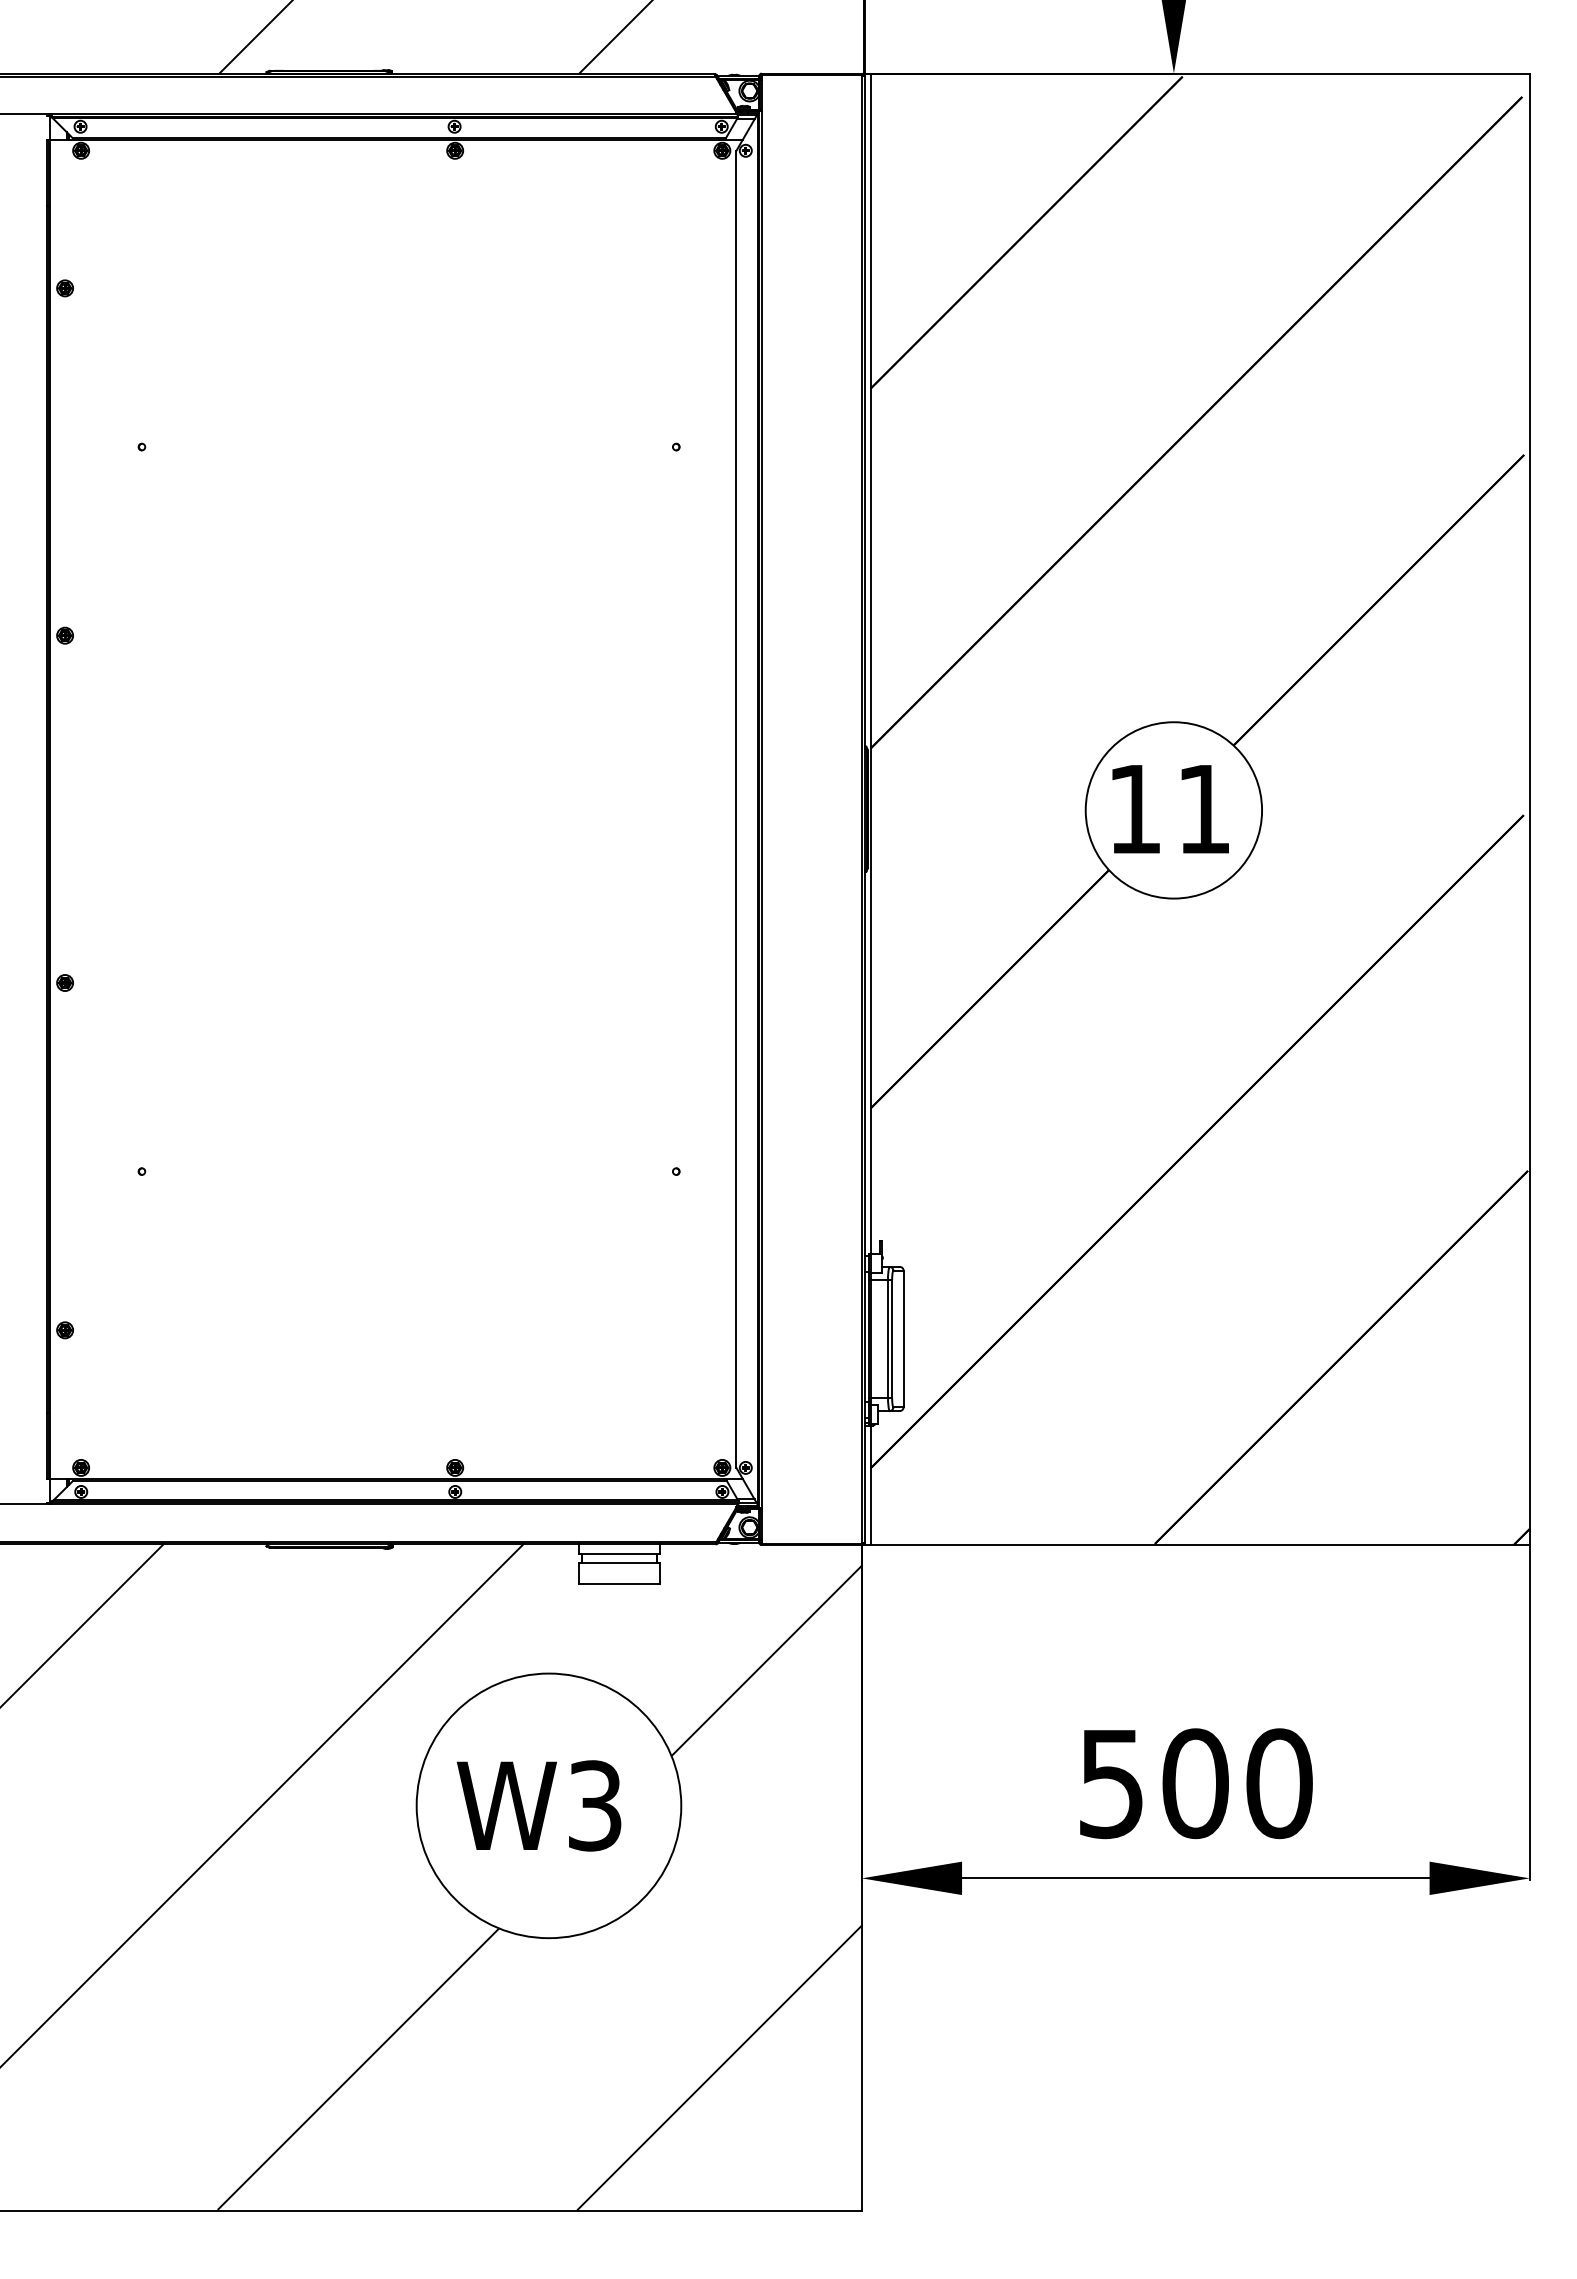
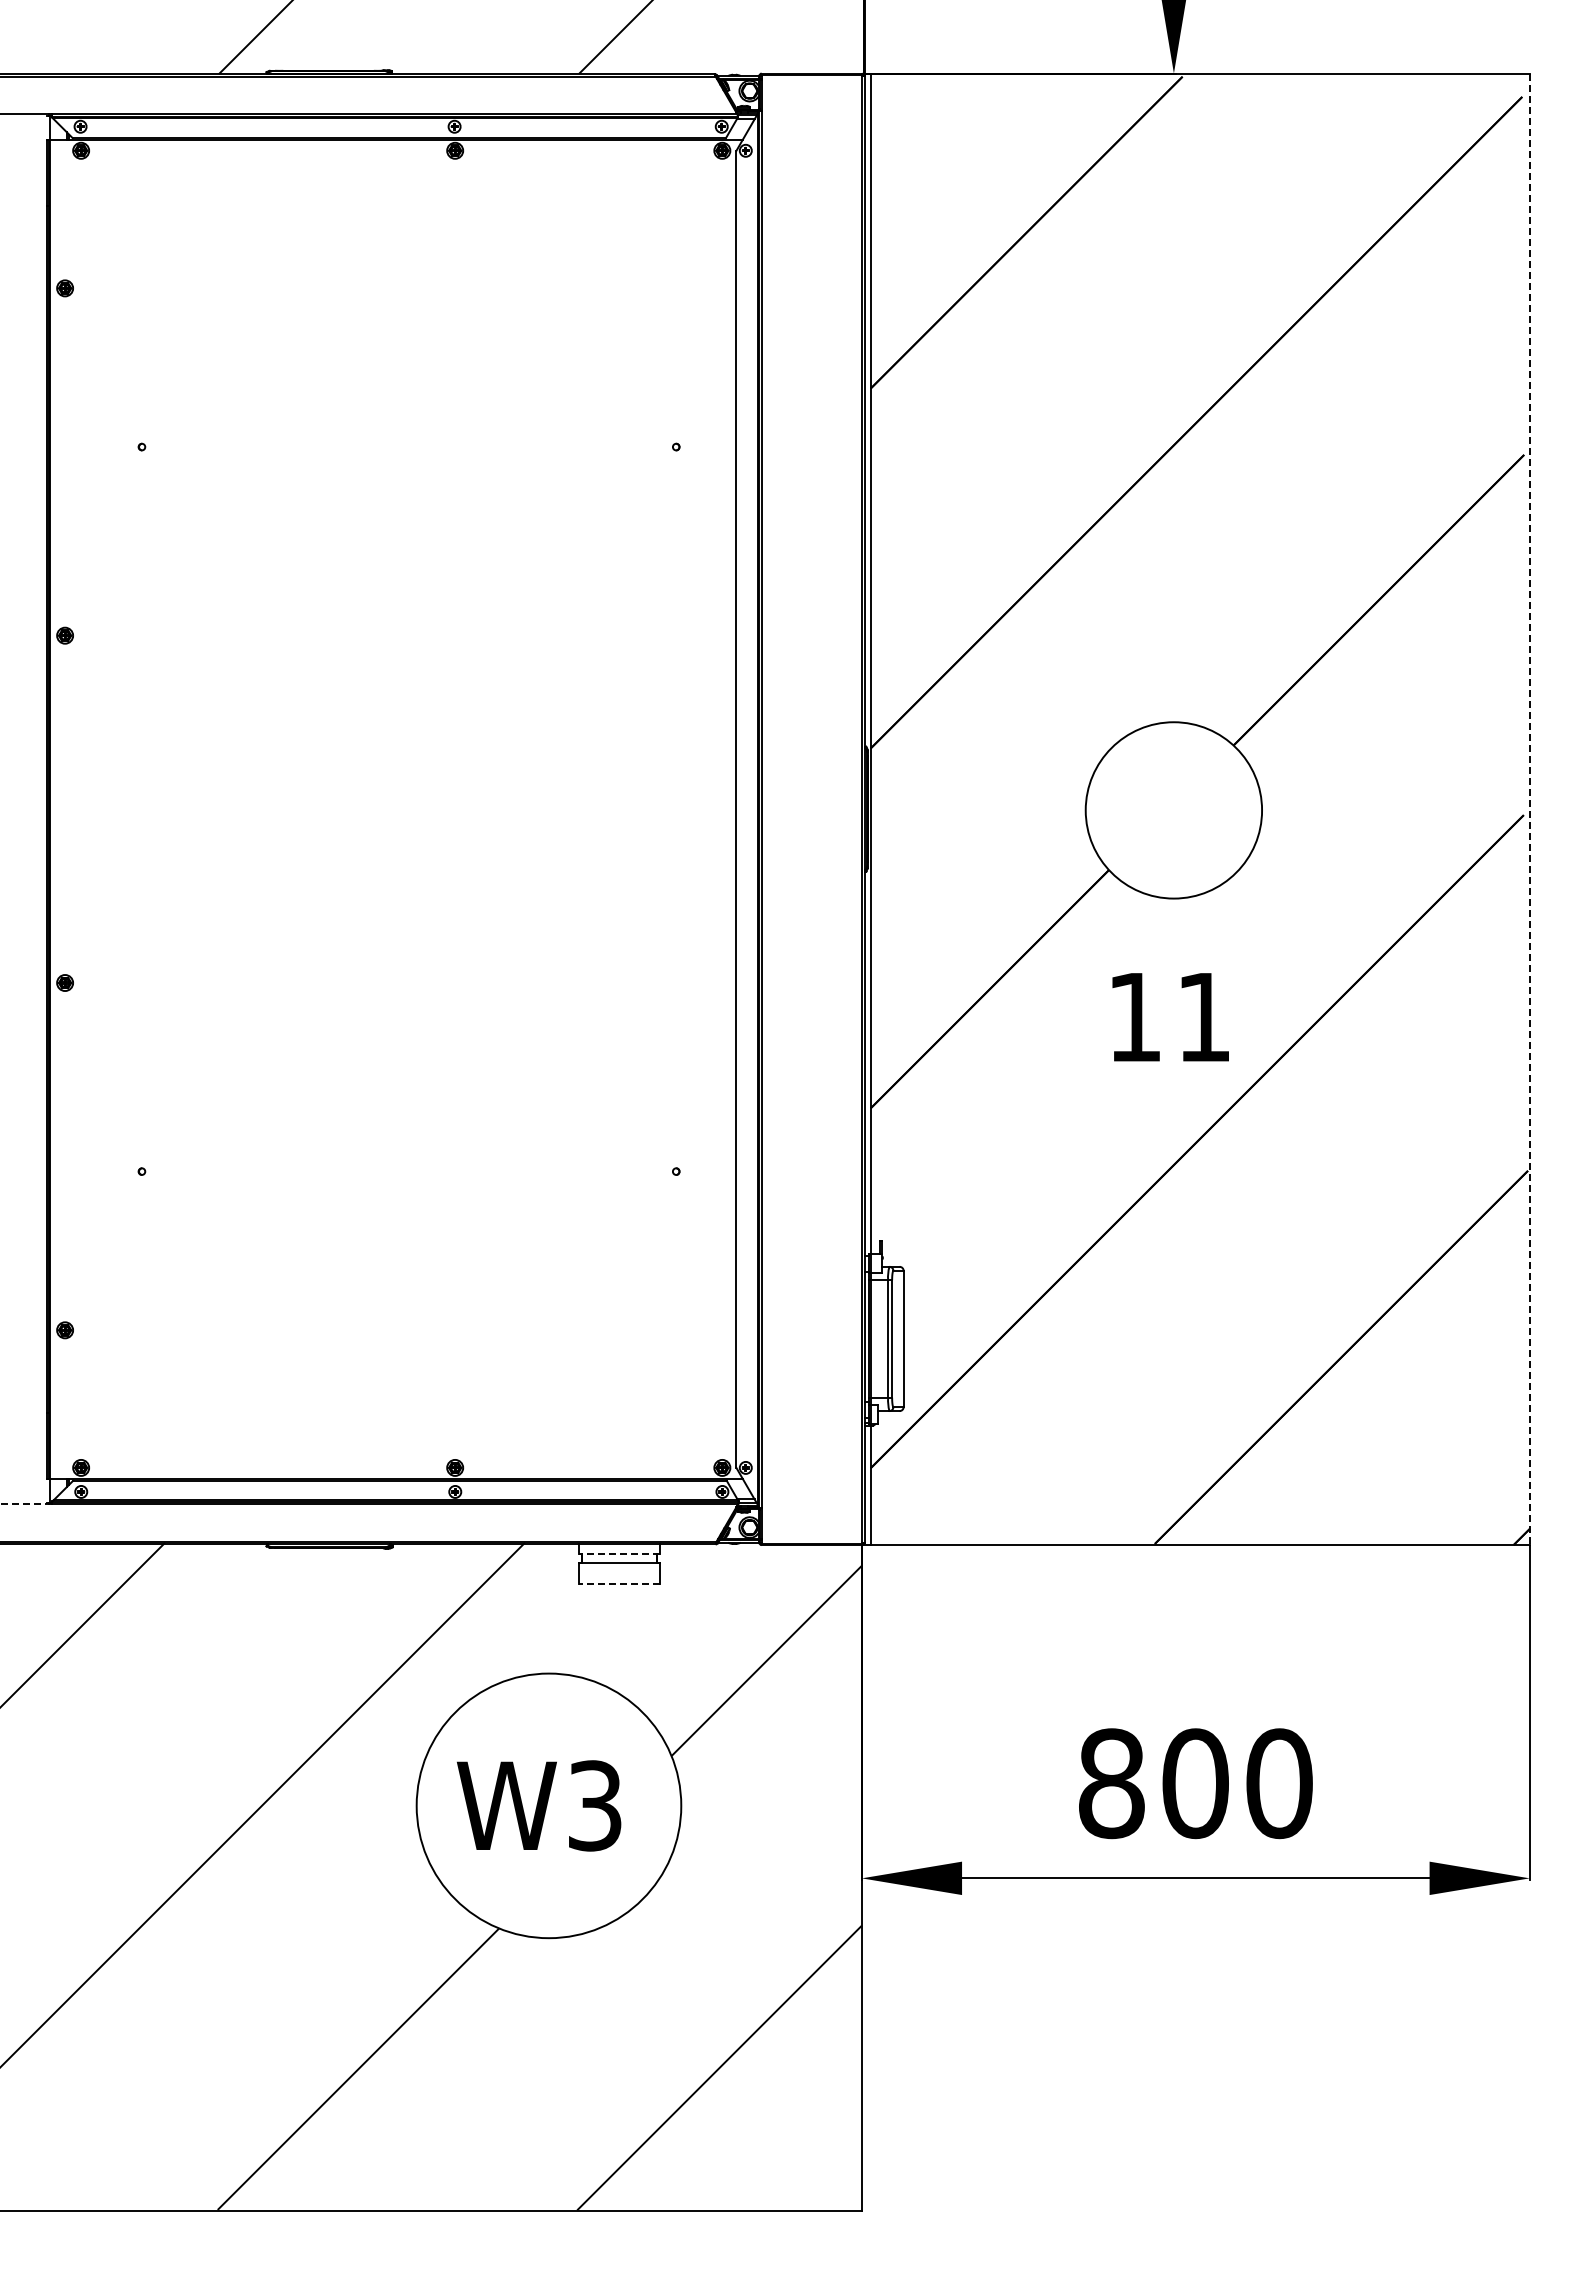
text at (1170, 809) position: (1170, 809) -> (1170, 1017)
line at (1529, 809): solid -> dashed
line at (26, 1504): solid -> dashed
line at (619, 1553): solid -> dashed
line at (619, 1584): solid -> dashed
text at (1111, 1783): 500 -> 800
